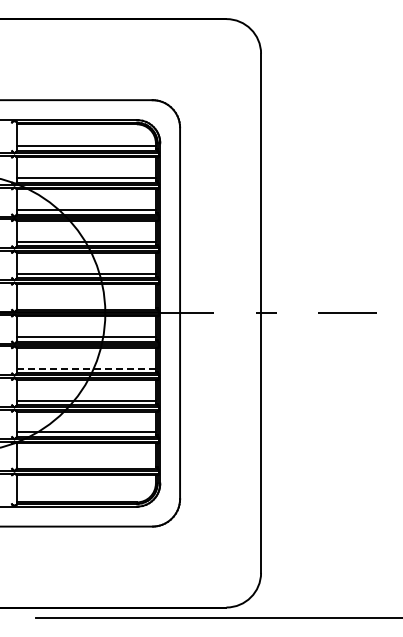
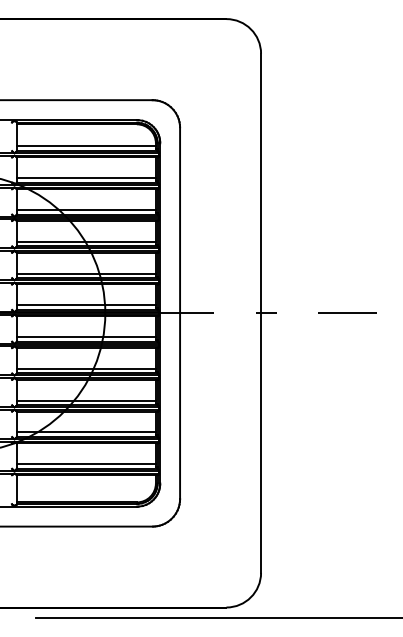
line at (86, 305): none -> present
line at (87, 368): dashed -> solid
line at (86, 464): none -> present
